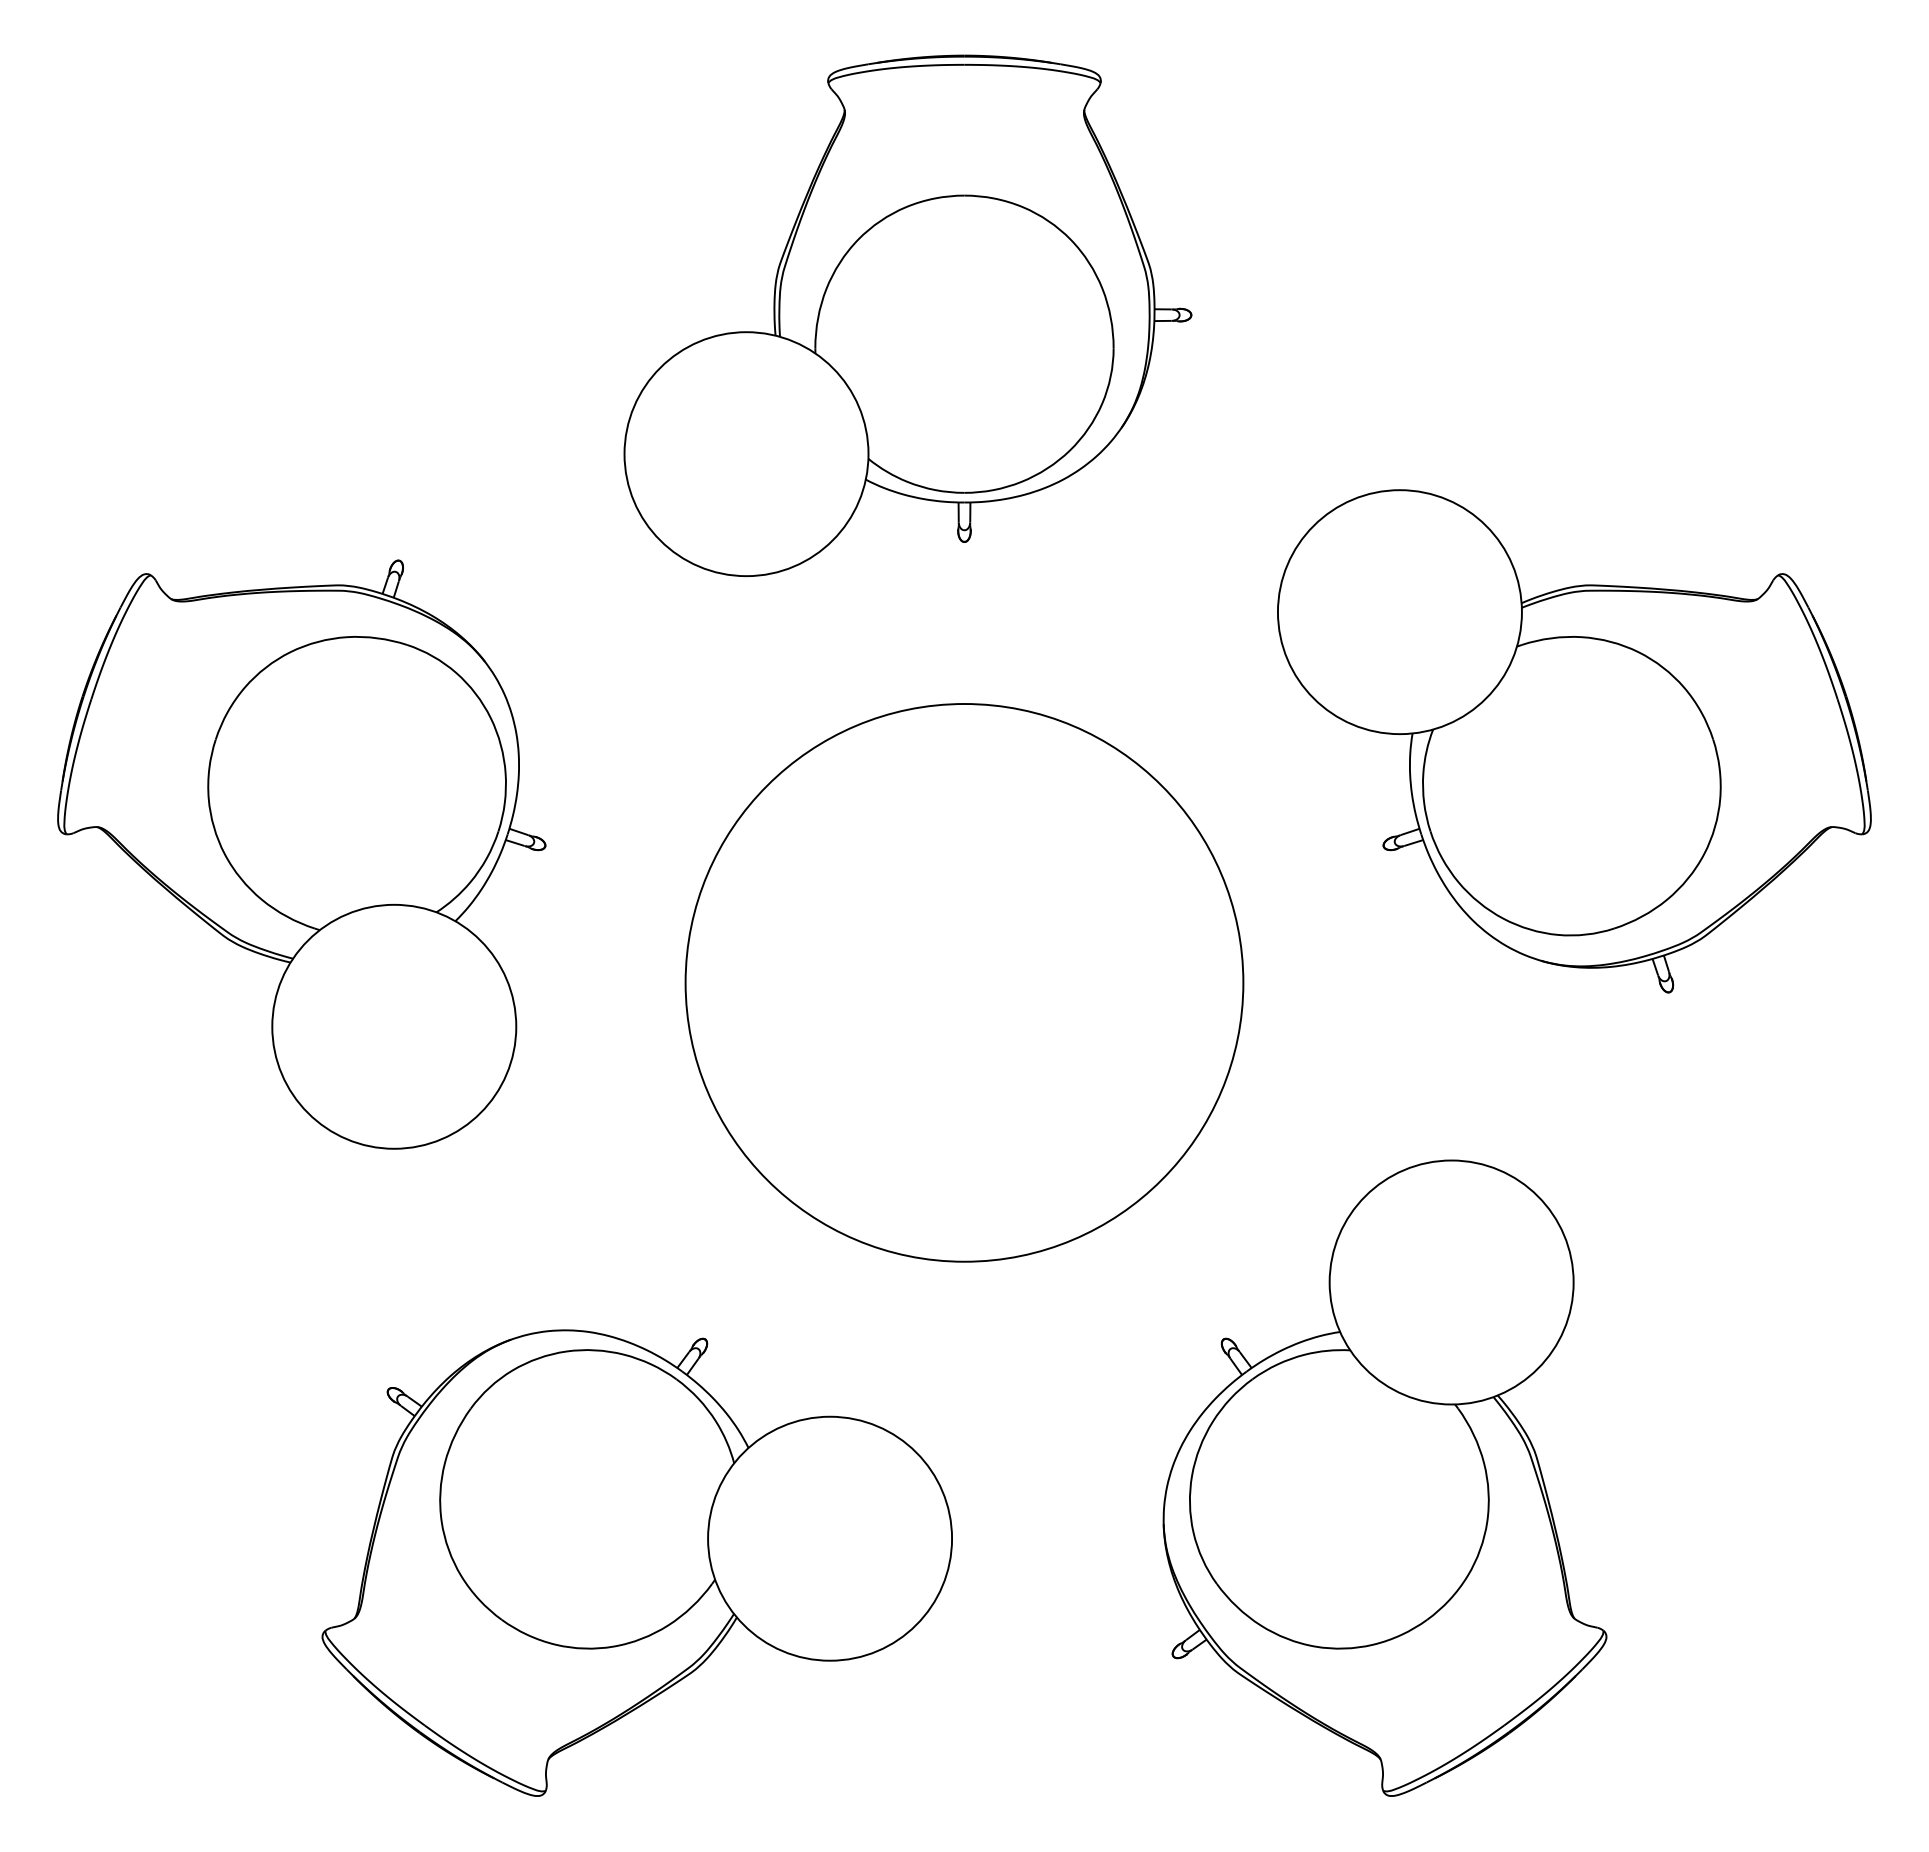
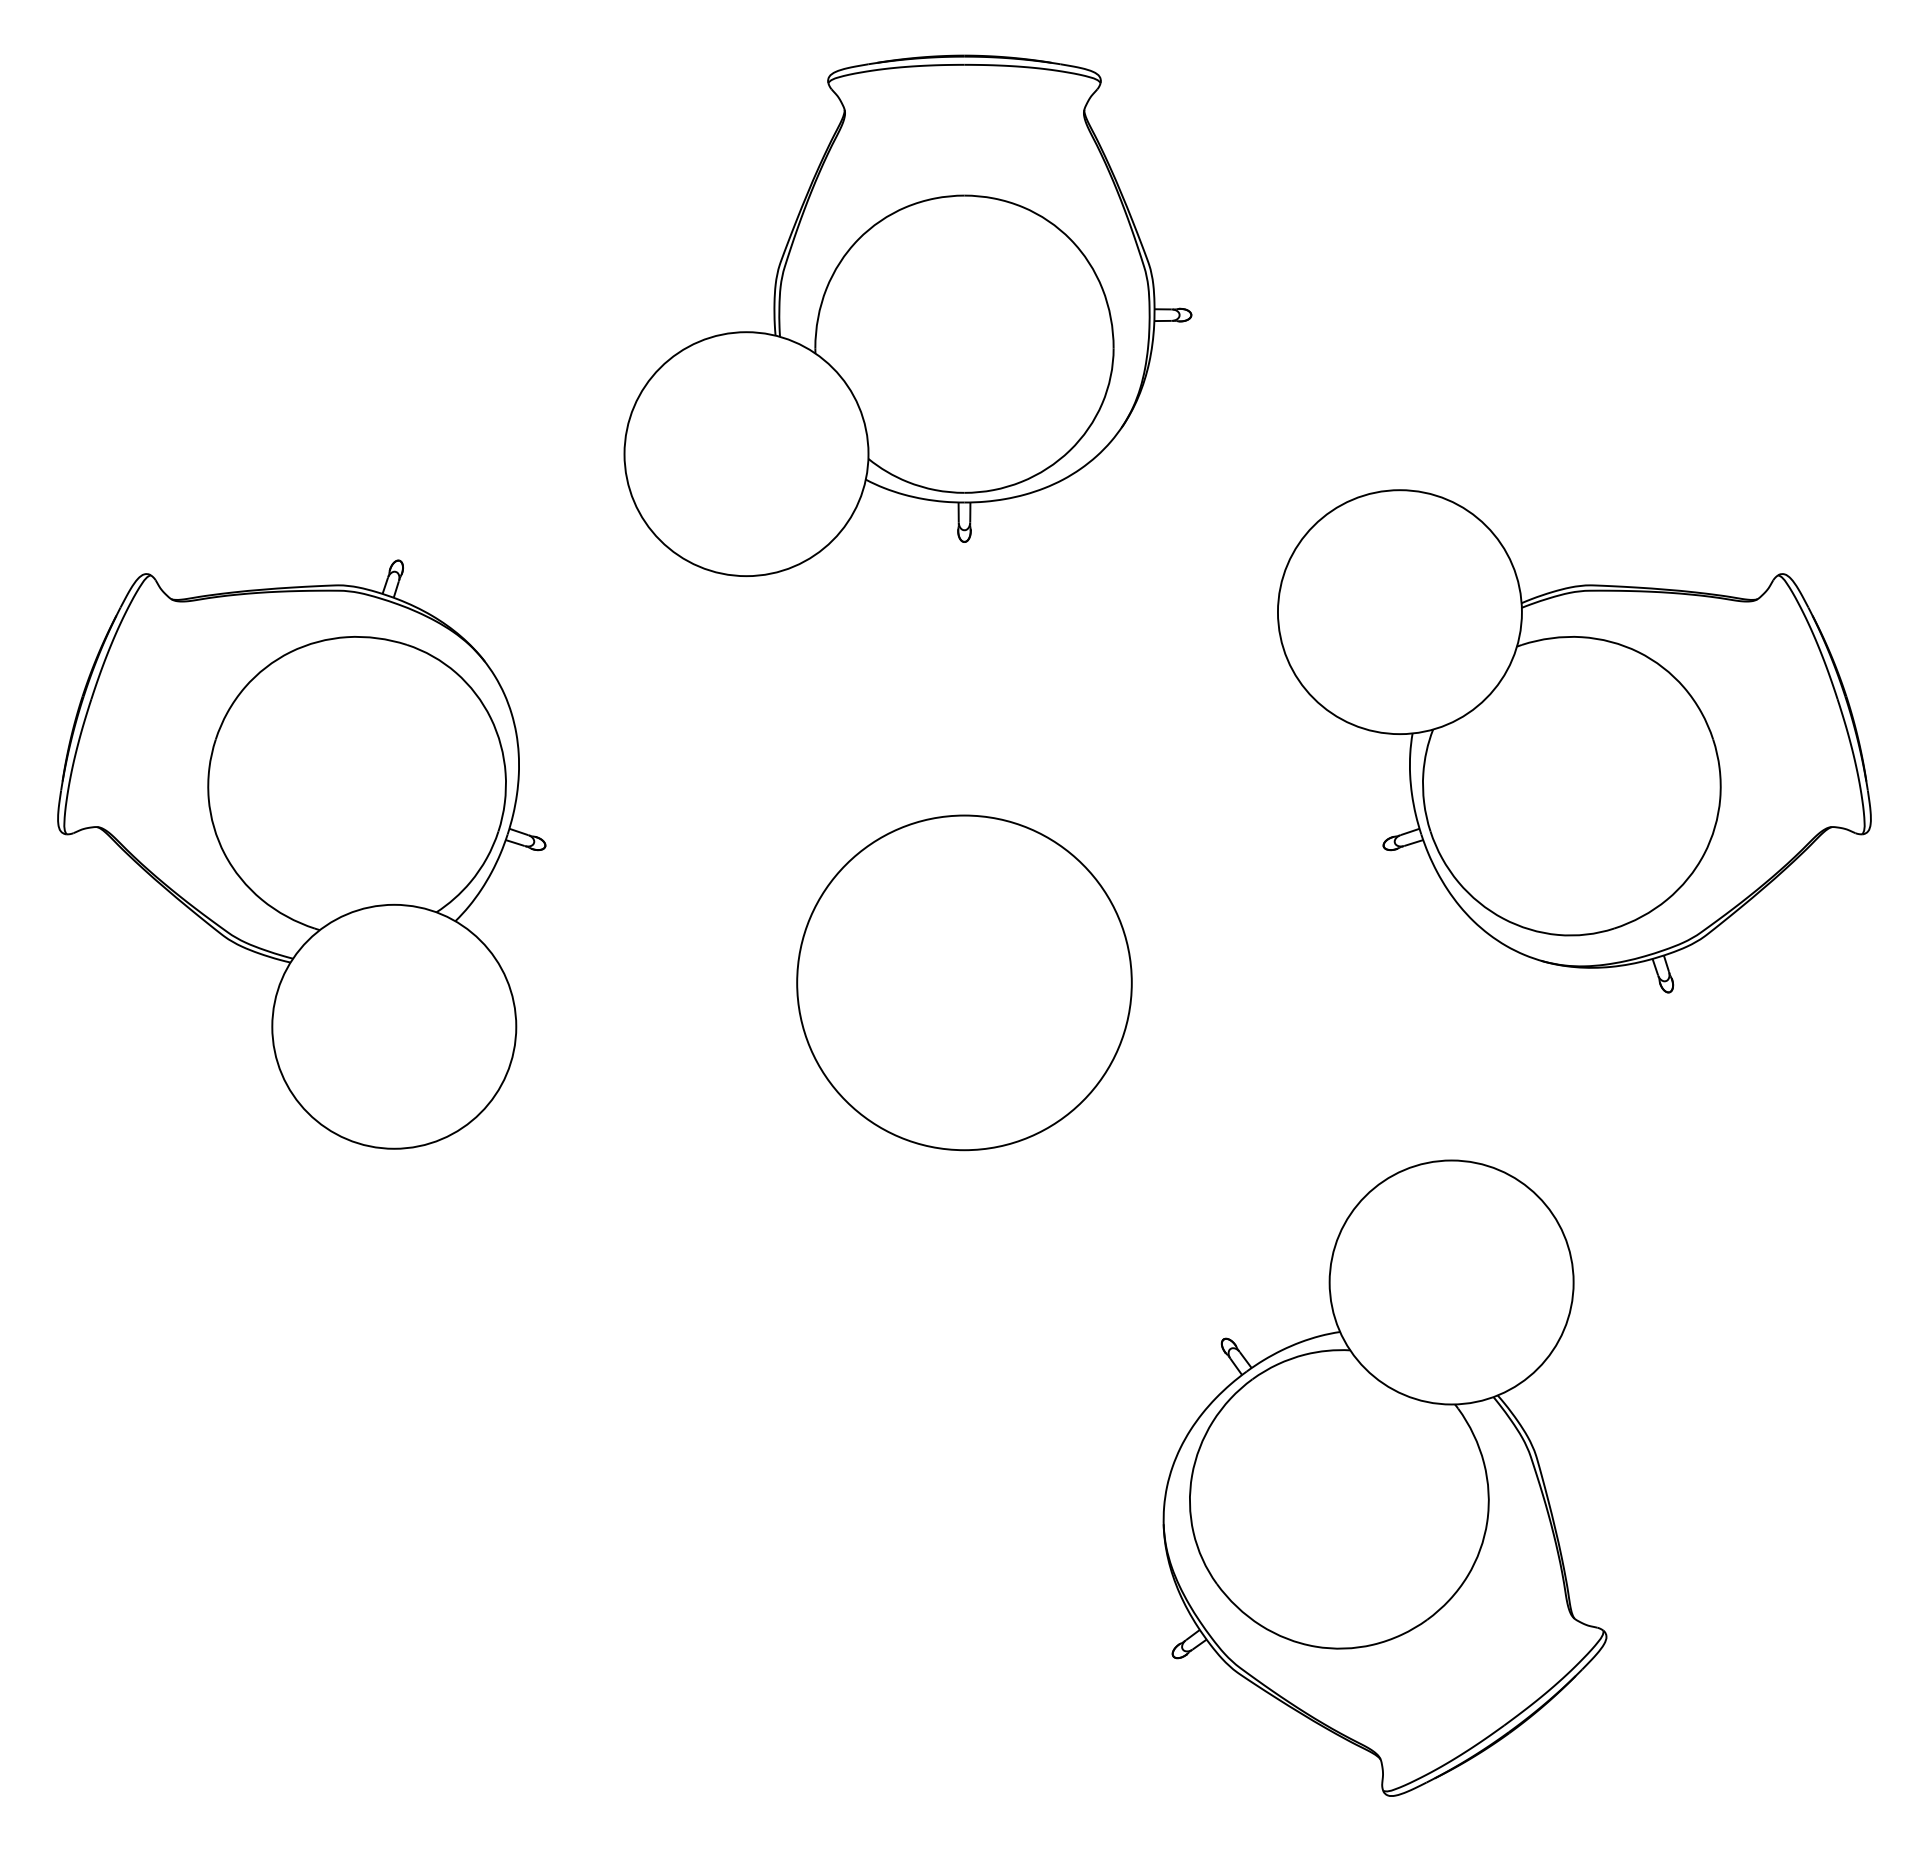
circle at (964, 982) diameter: 558 px -> 335 px
part at (636, 1562): present -> none
